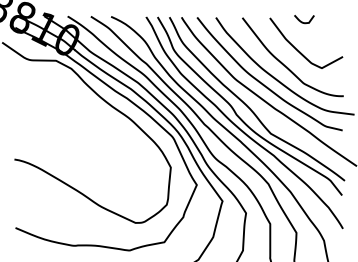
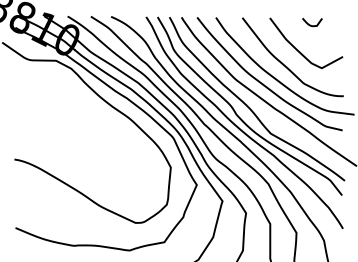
curve at (302, 21) position: (302, 21) -> (310, 24)
